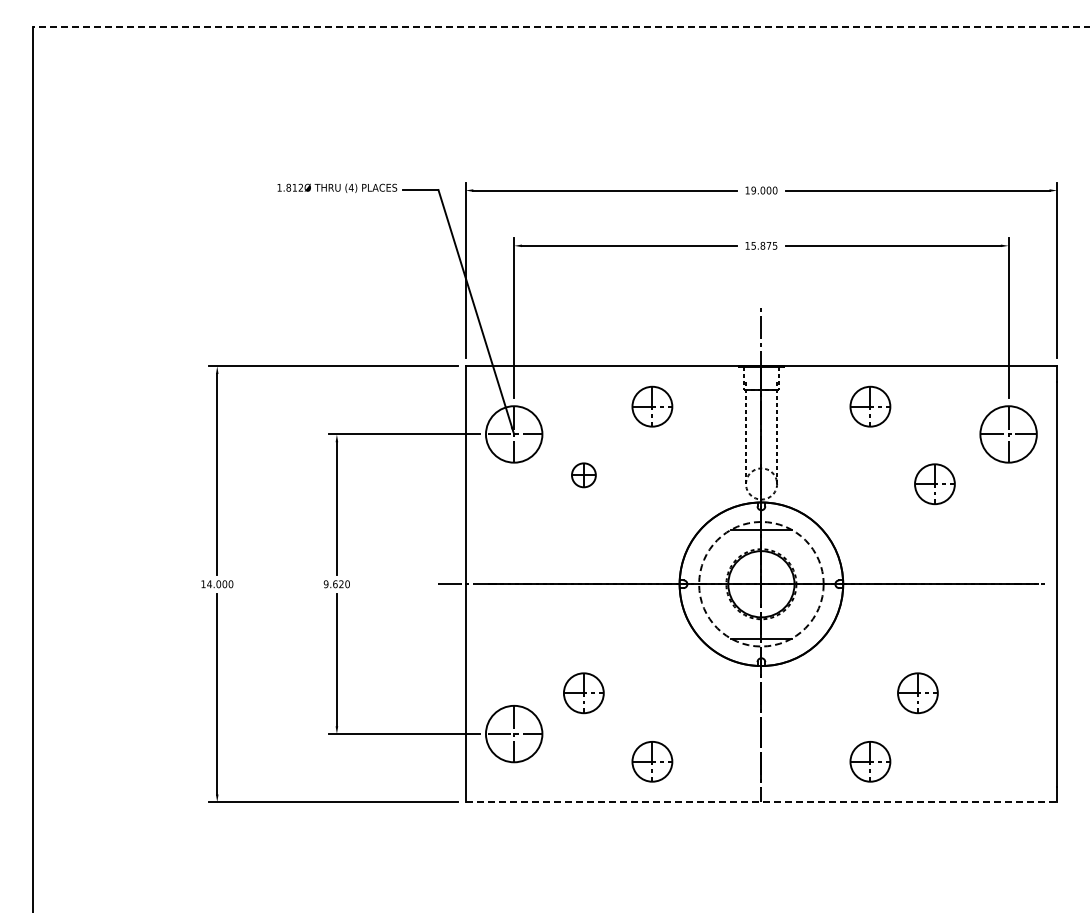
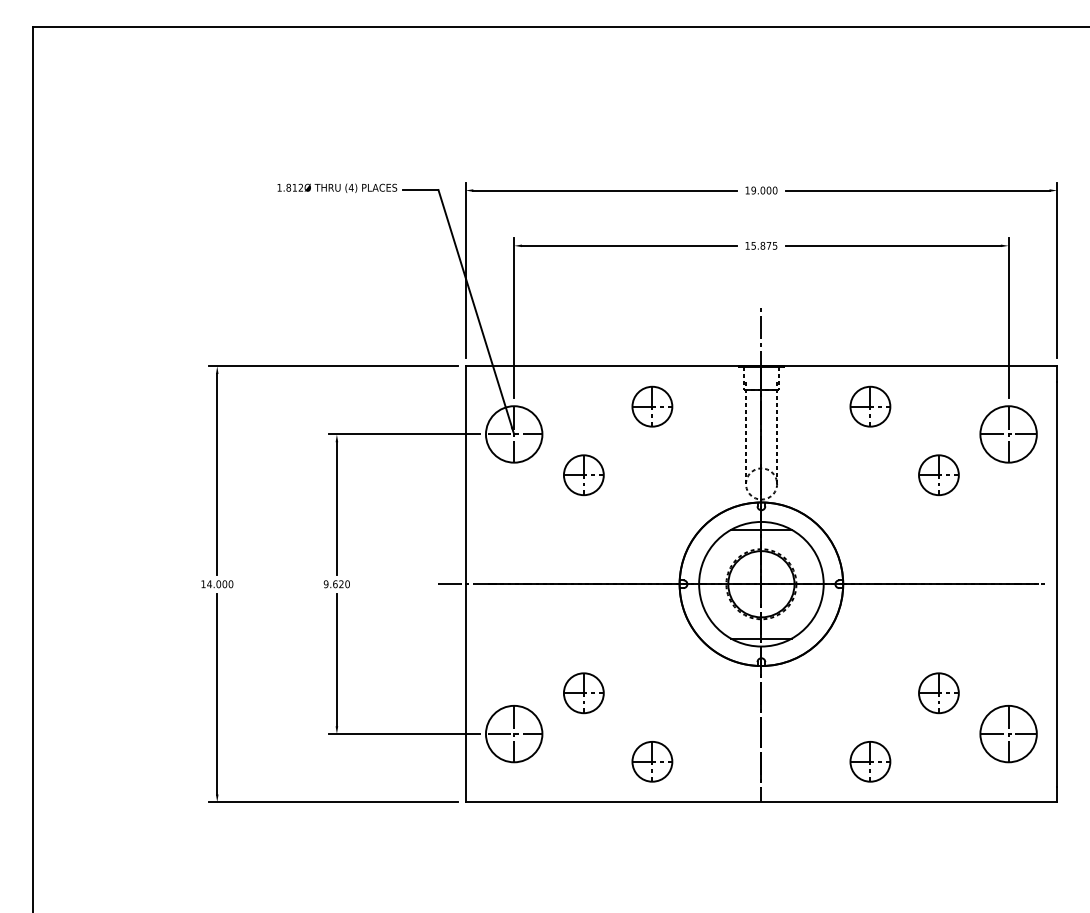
line at (560, 27): dashed -> solid
part at (583, 475) size: 26x27 px -> 42x43 px
part at (934, 484) position: (934, 484) -> (938, 475)
circle at (761, 583): dashed -> solid
part at (917, 693) position: (917, 693) -> (938, 693)
part at (1008, 734): none -> present
line at (761, 802): dashed -> solid
